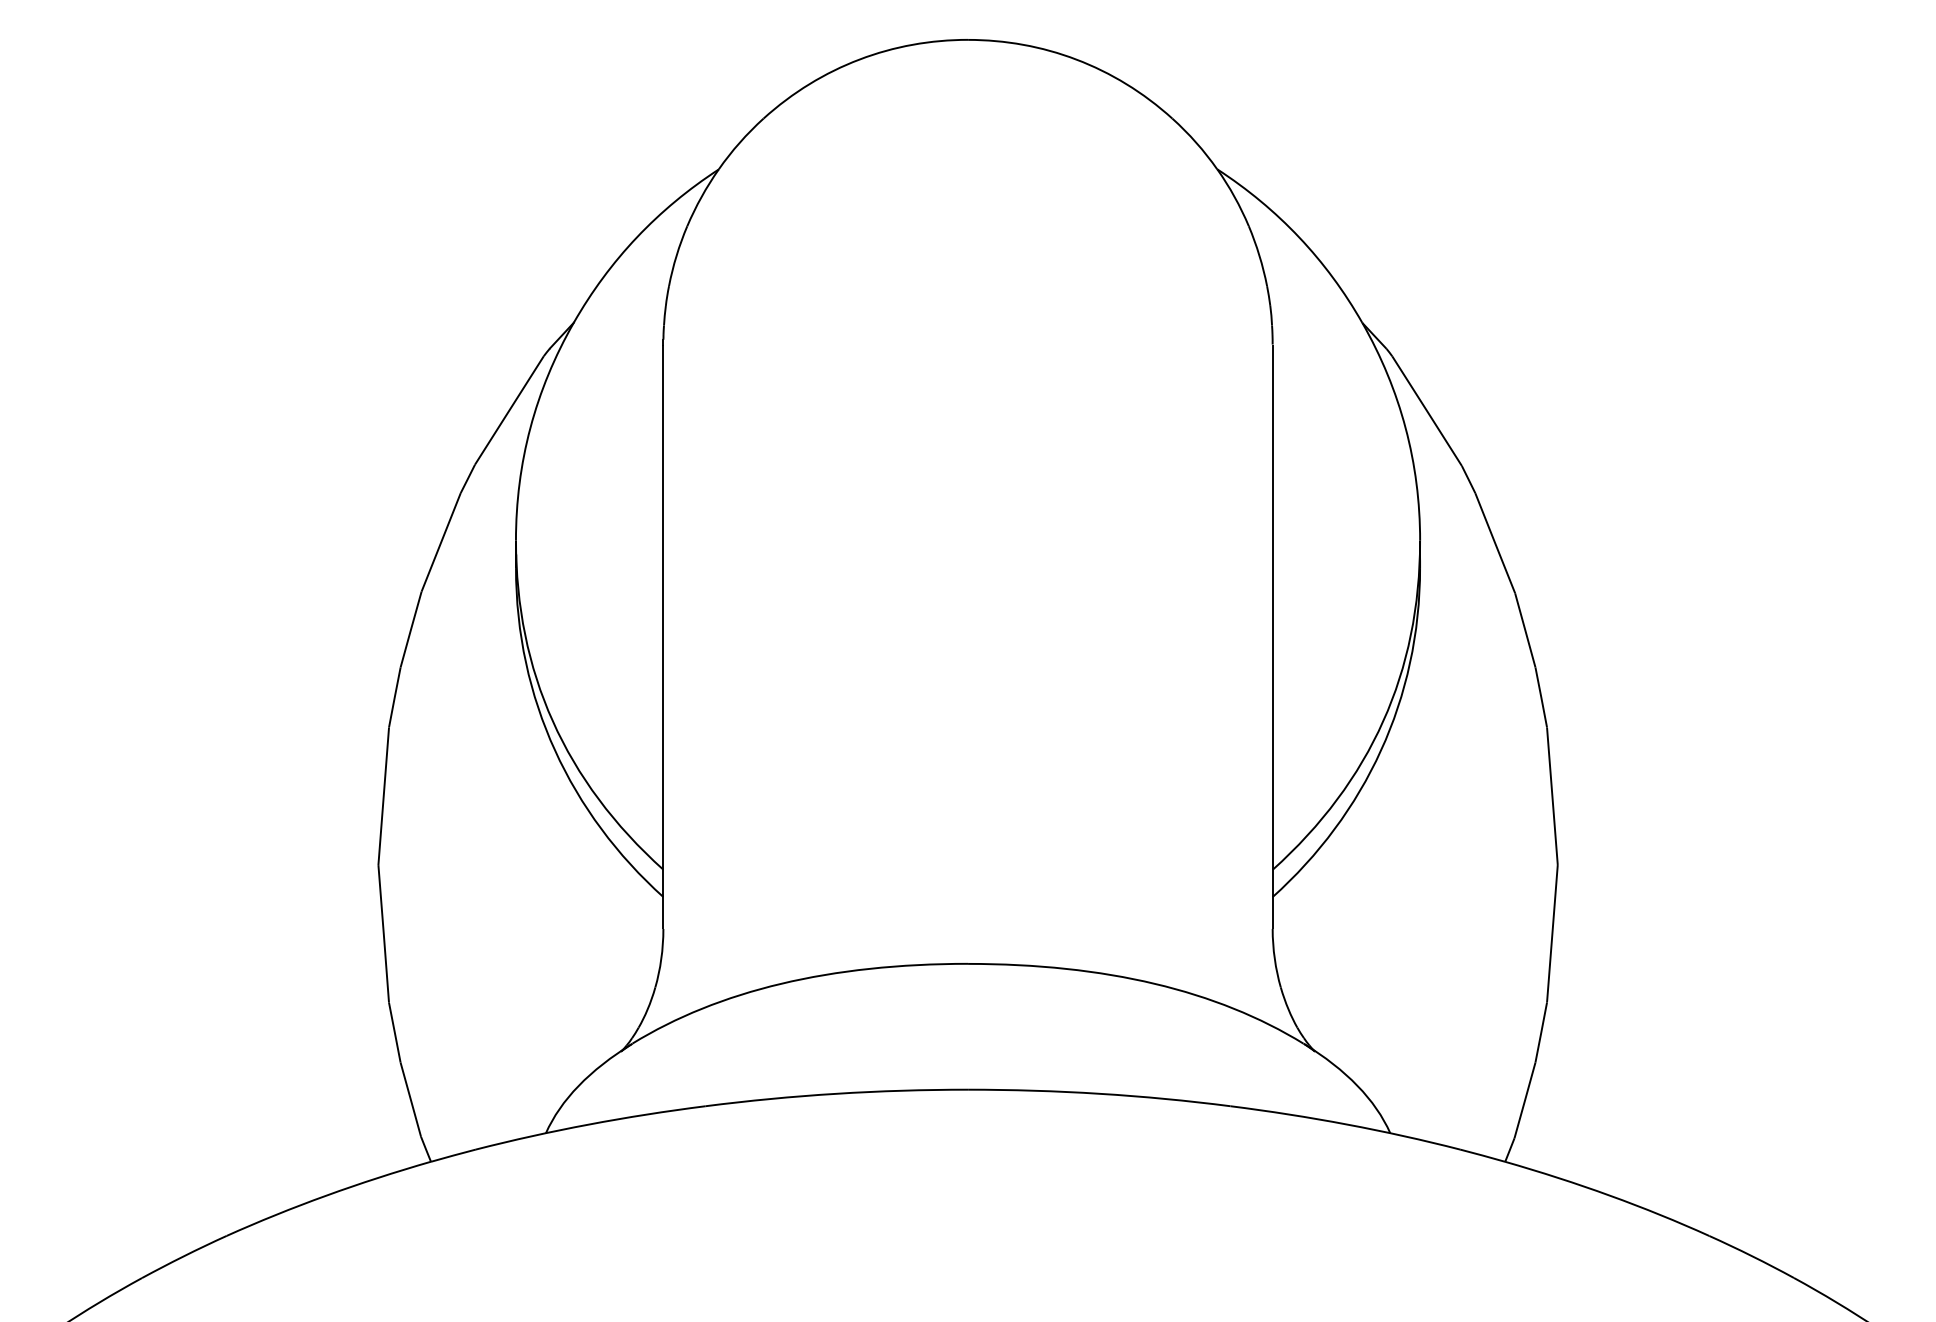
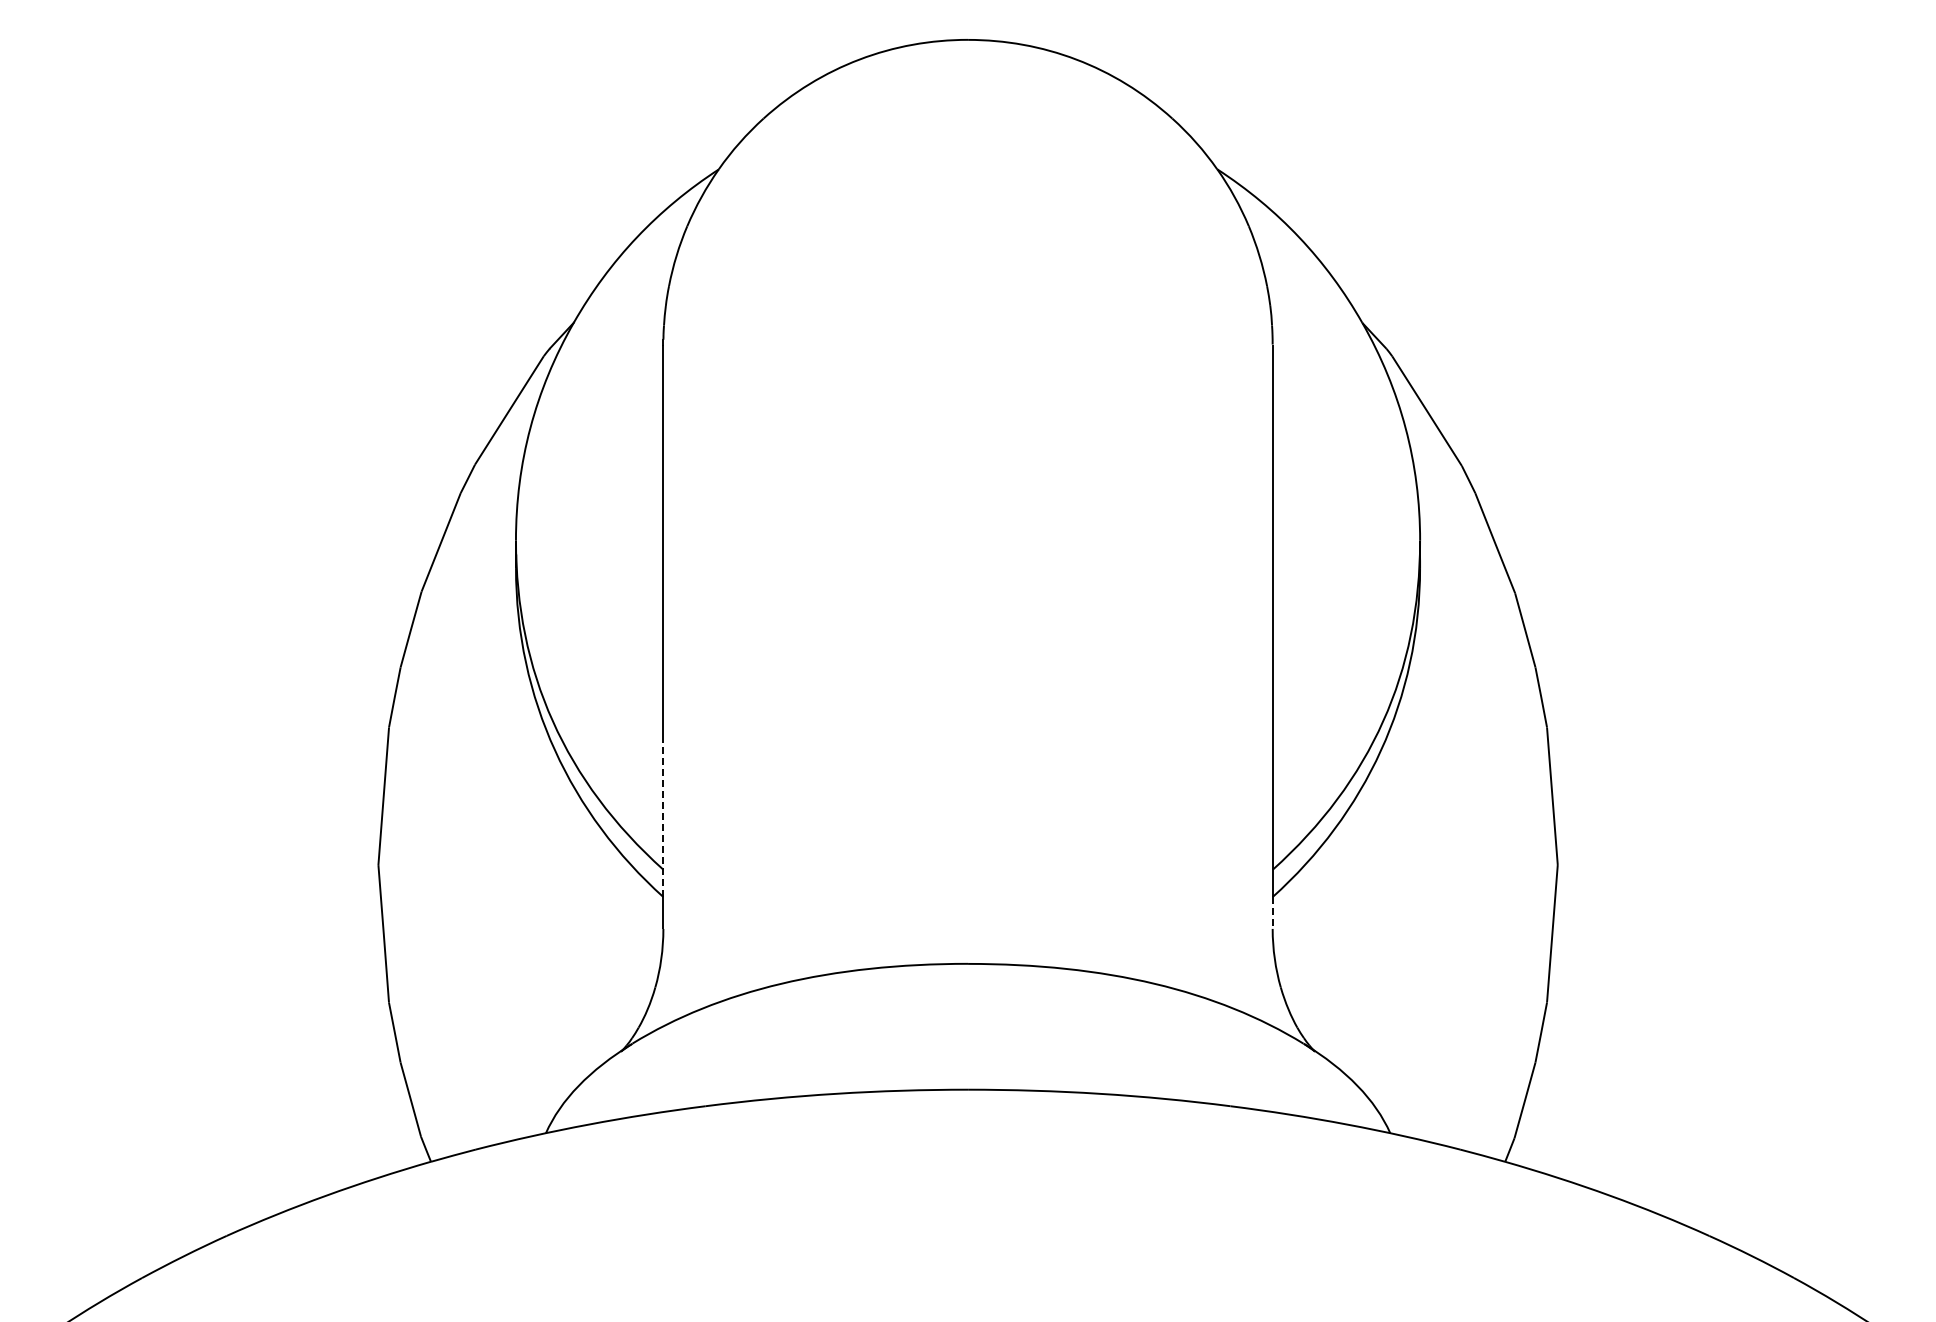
line at (663, 817): solid -> dashed
line at (1272, 913): solid -> dashed
